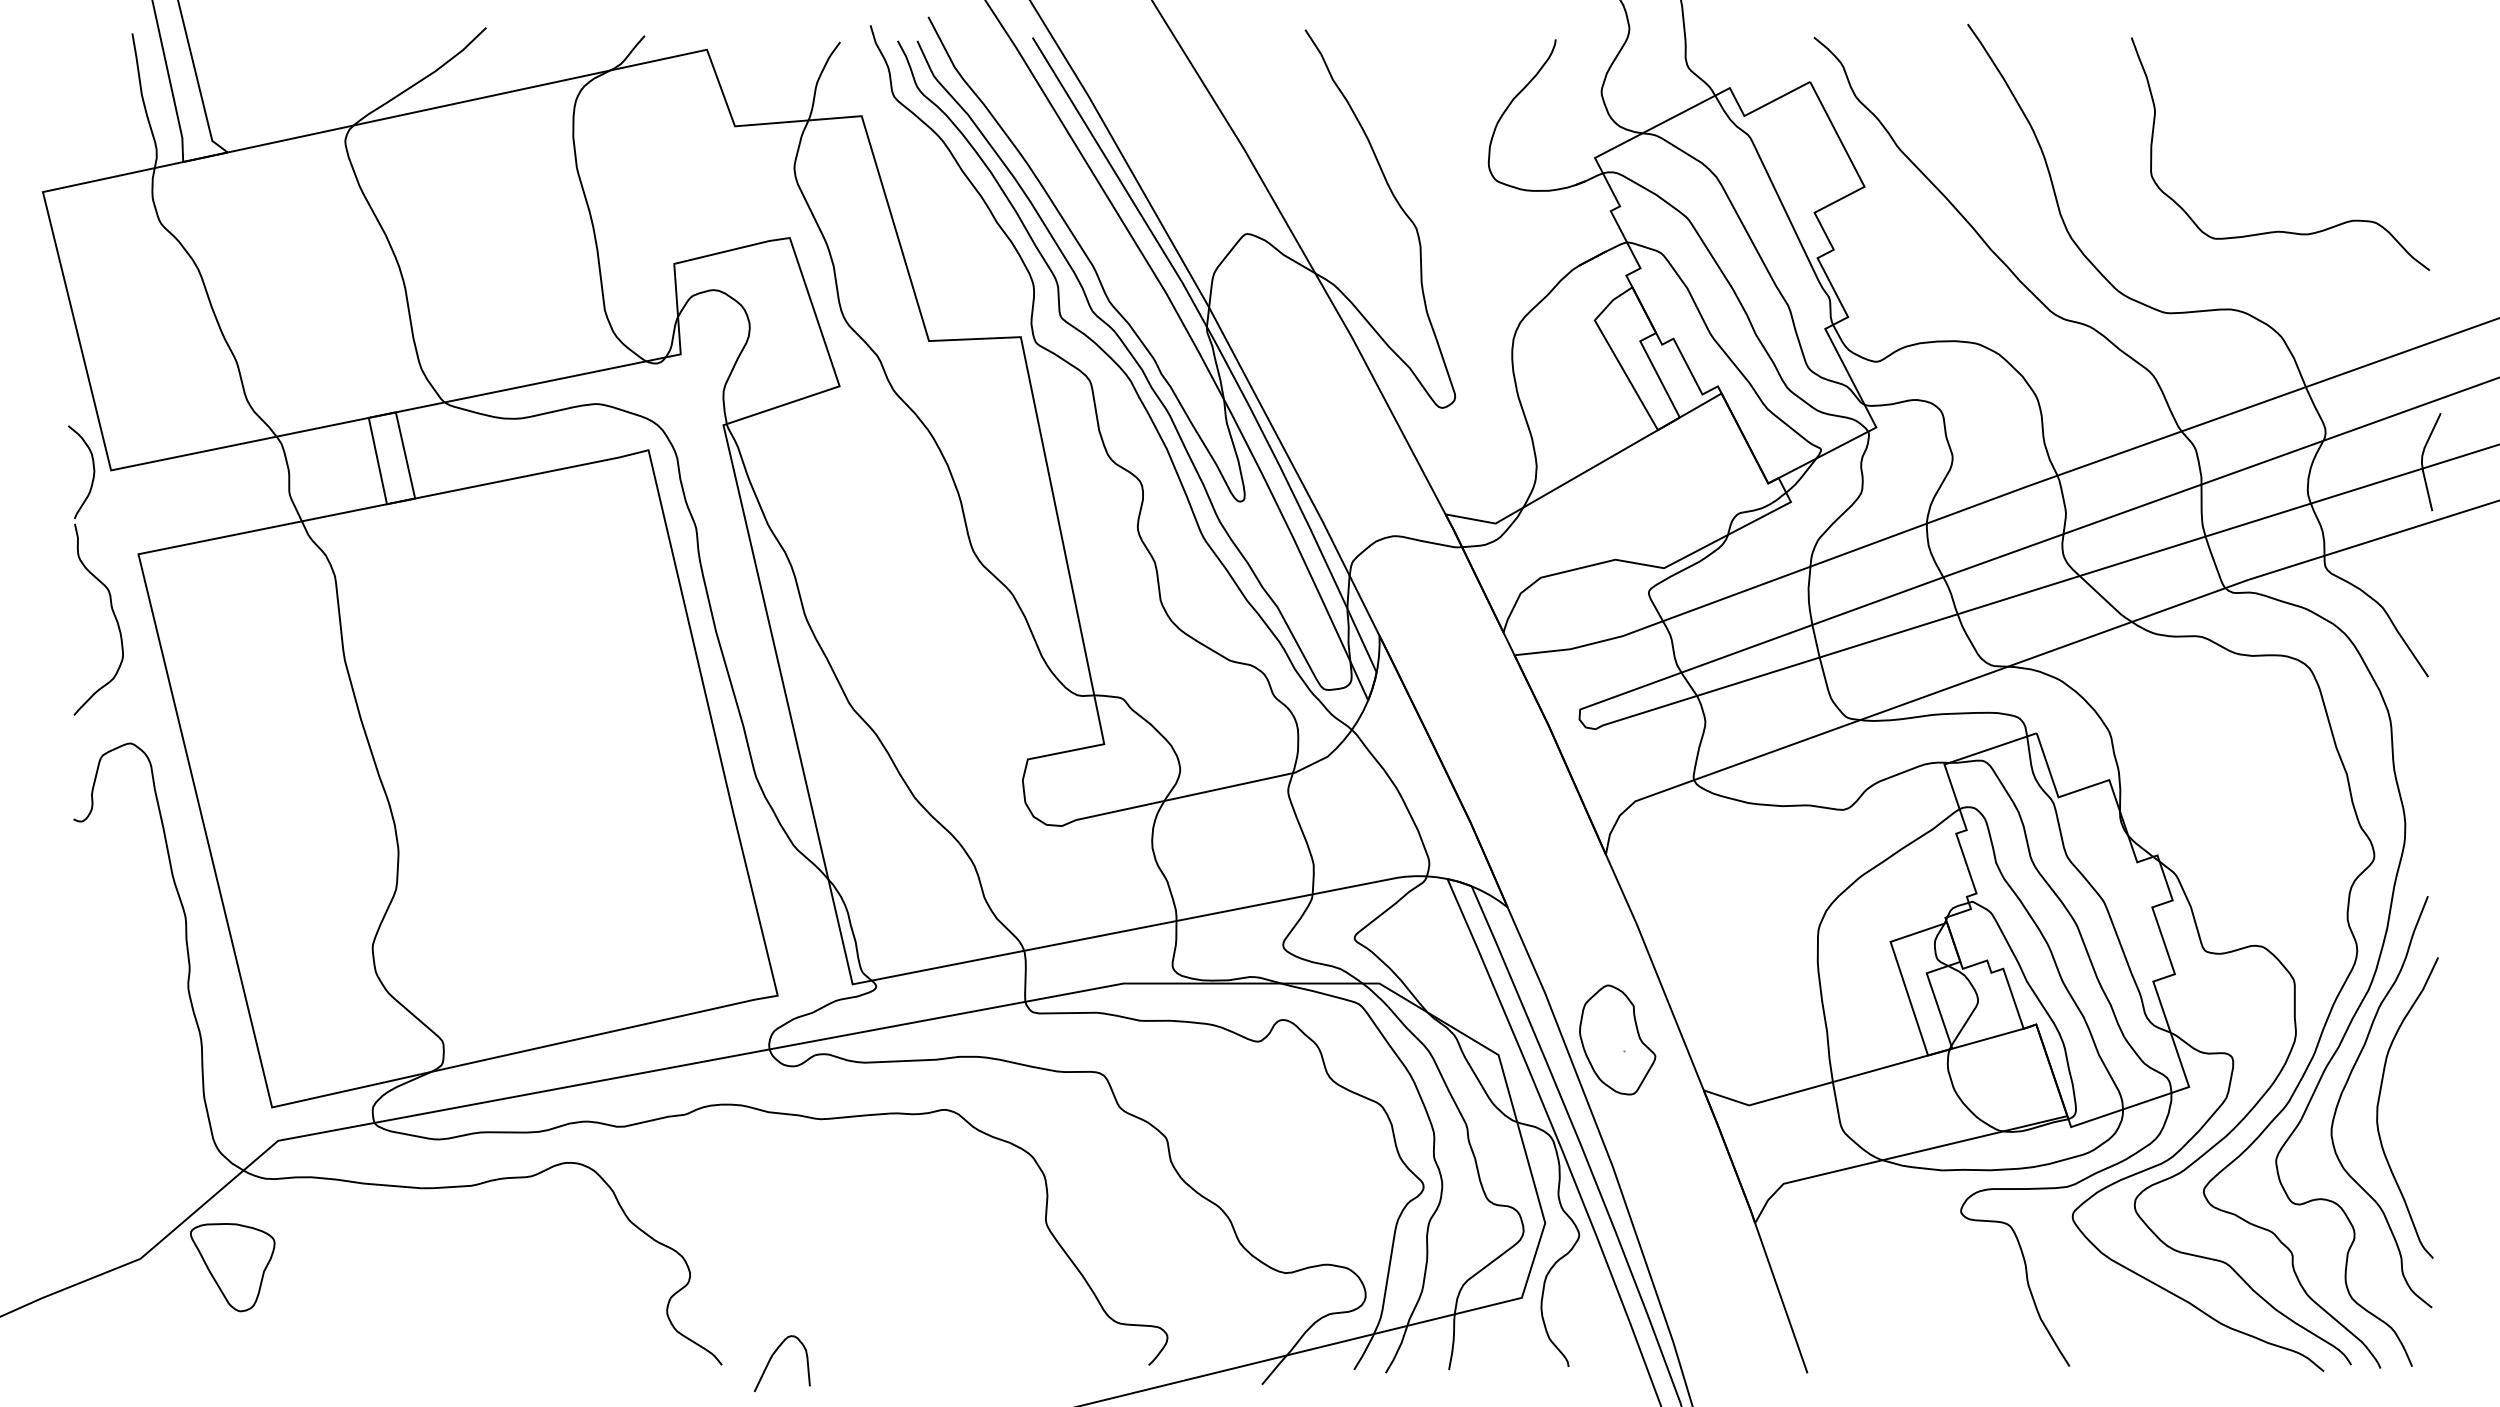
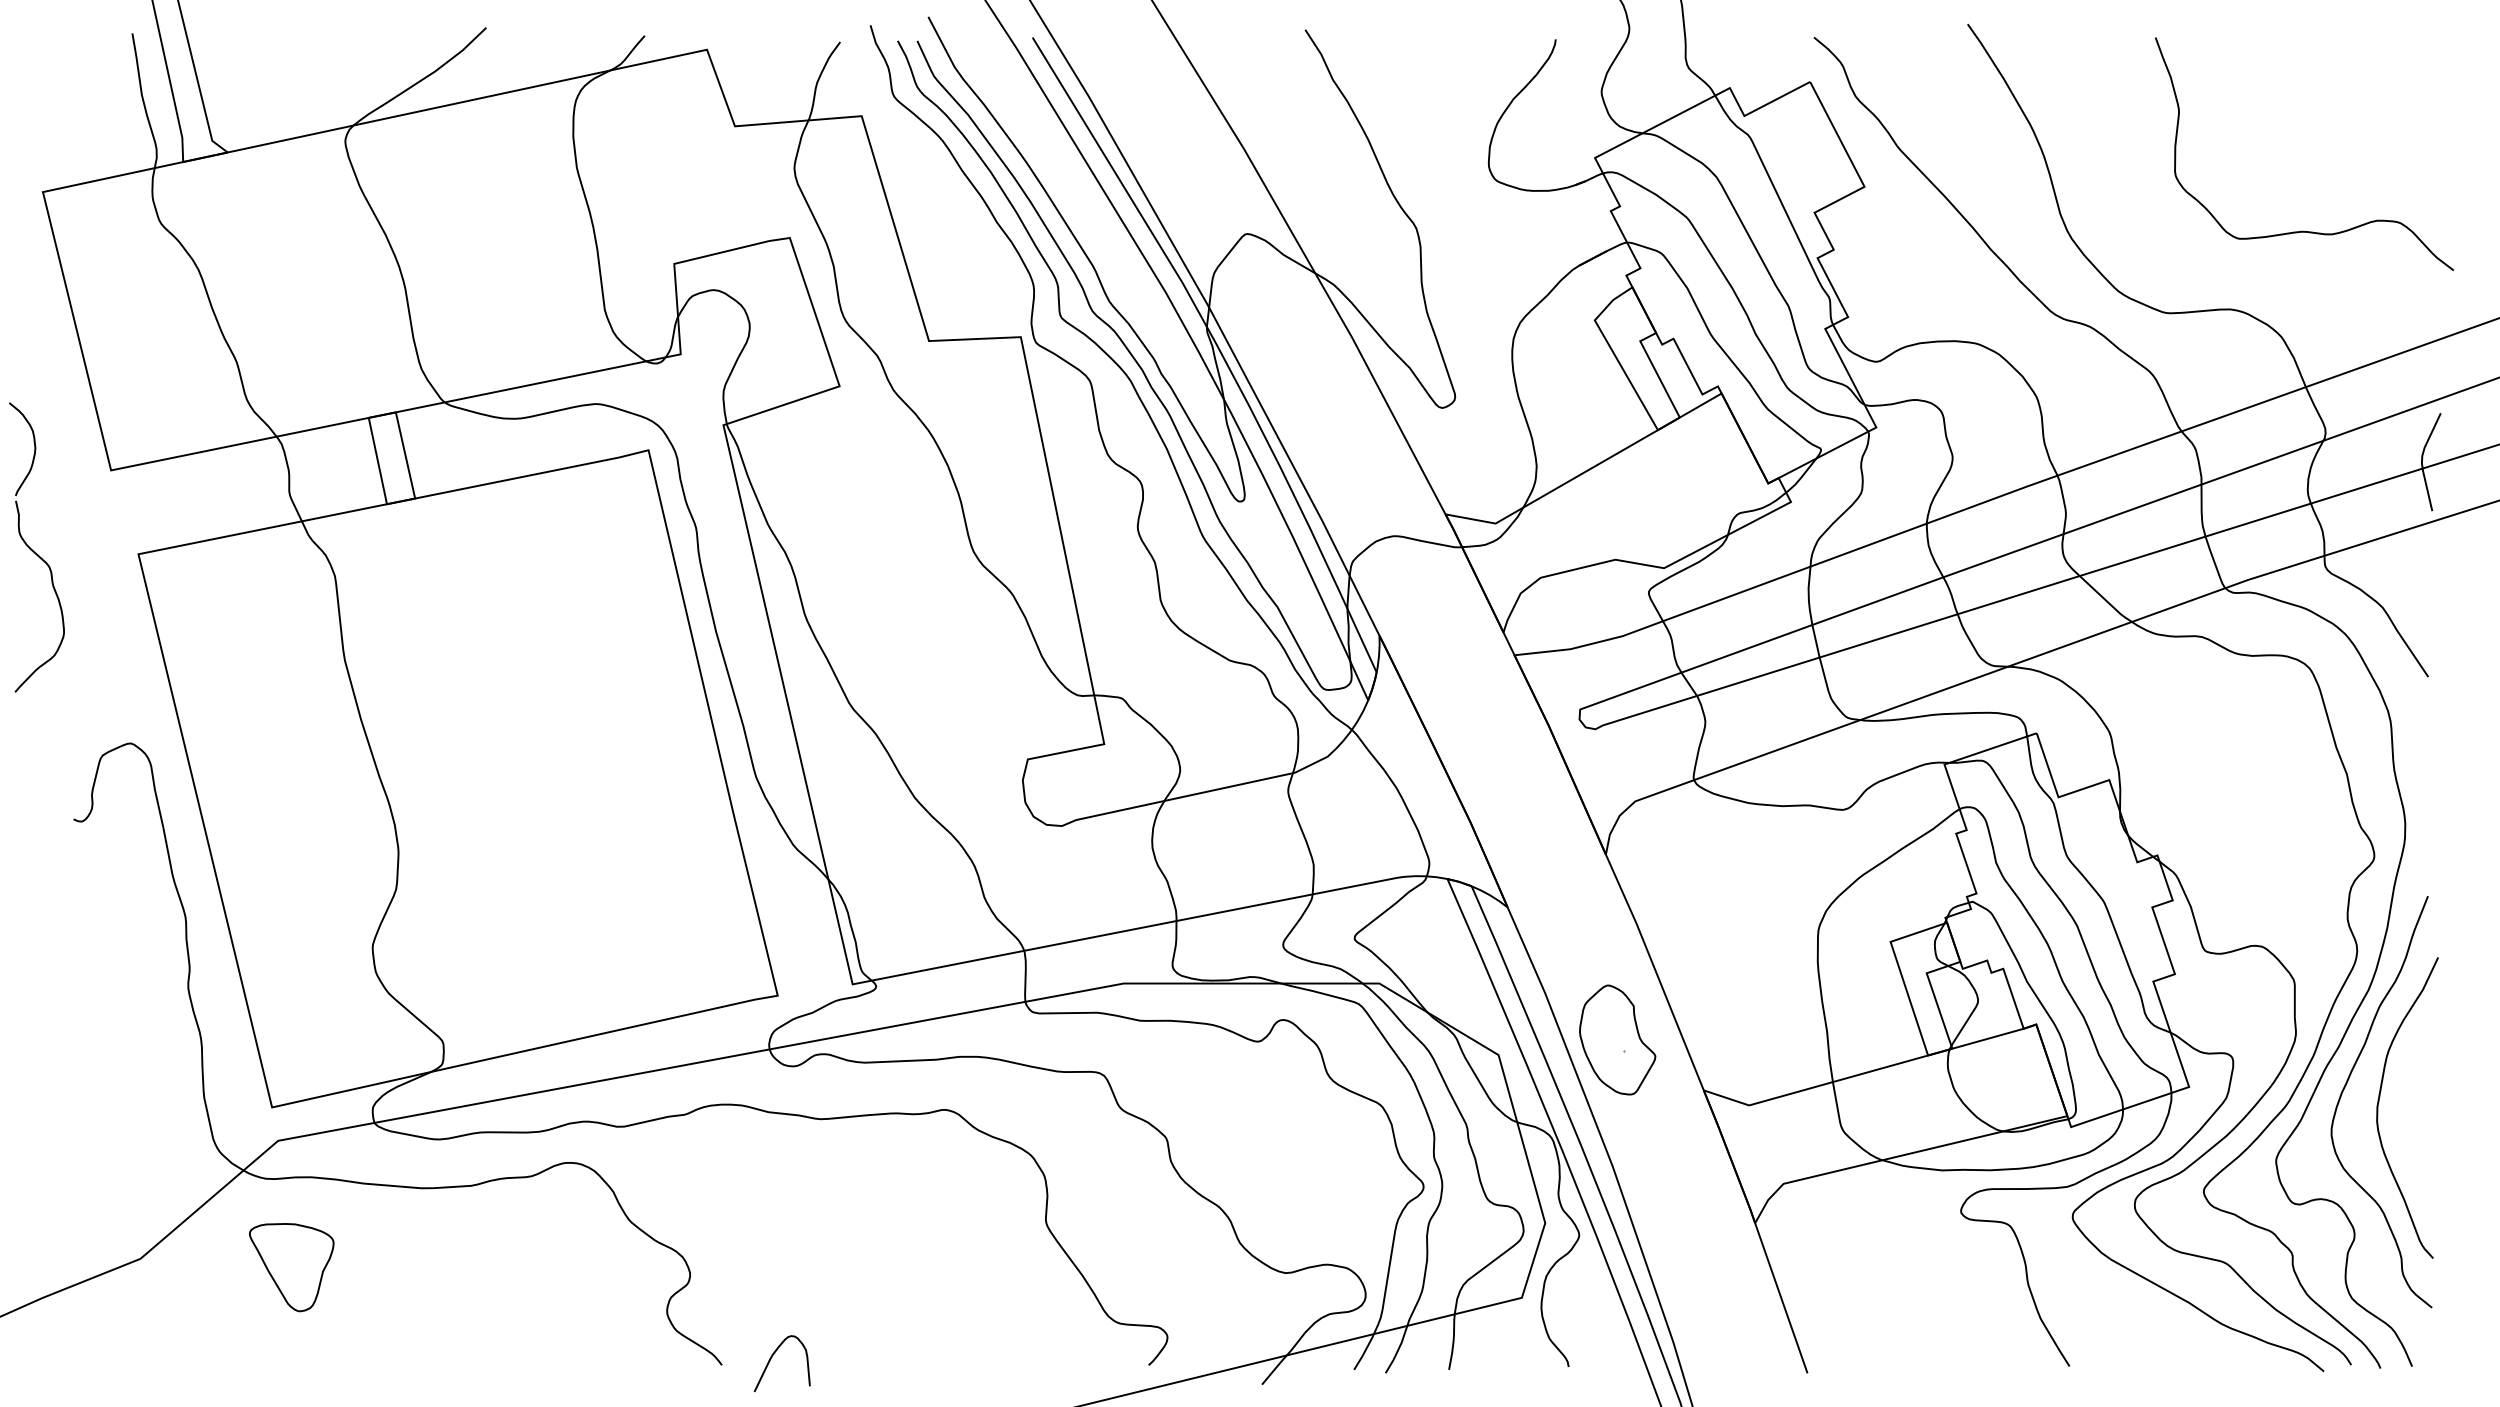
curve at (2279, 230) position: (2279, 230) -> (2303, 230)
part at (95, 570) position: (95, 570) -> (36, 547)
part at (232, 1267) position: (232, 1267) -> (291, 1267)
